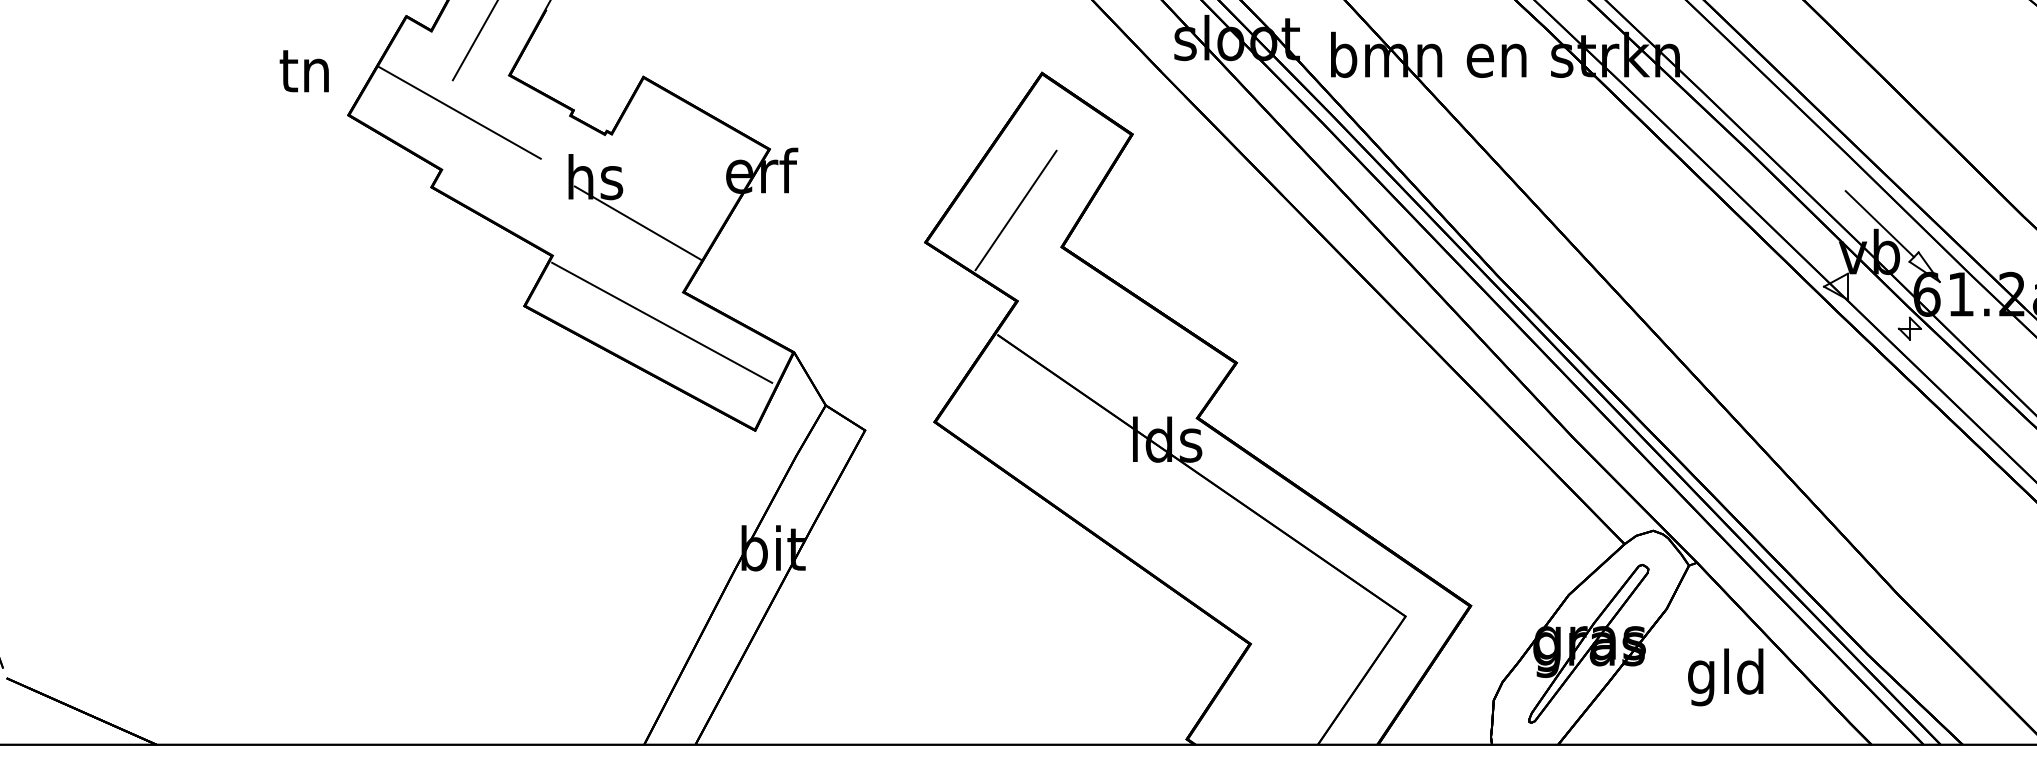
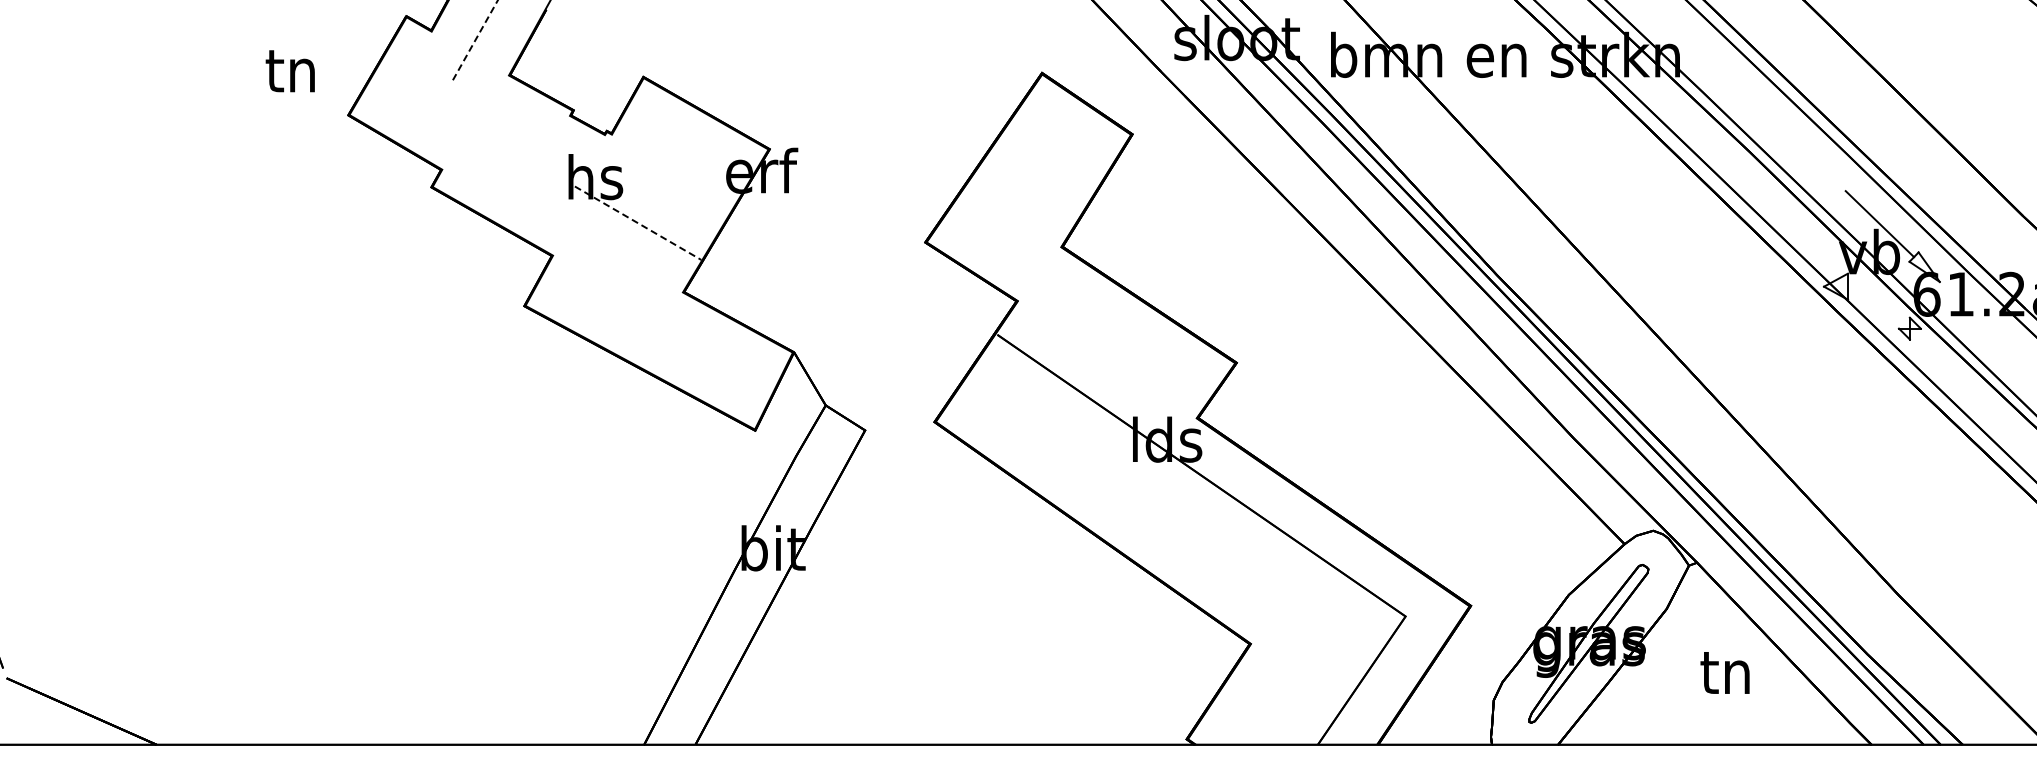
line at (475, 40): solid -> dashed
text at (303, 71) position: (303, 71) -> (289, 71)
line at (459, 112): present -> none
line at (1015, 210): present -> none
line at (638, 223): solid -> dashed
line at (662, 322): present -> none
text at (1725, 677): gld -> tn
